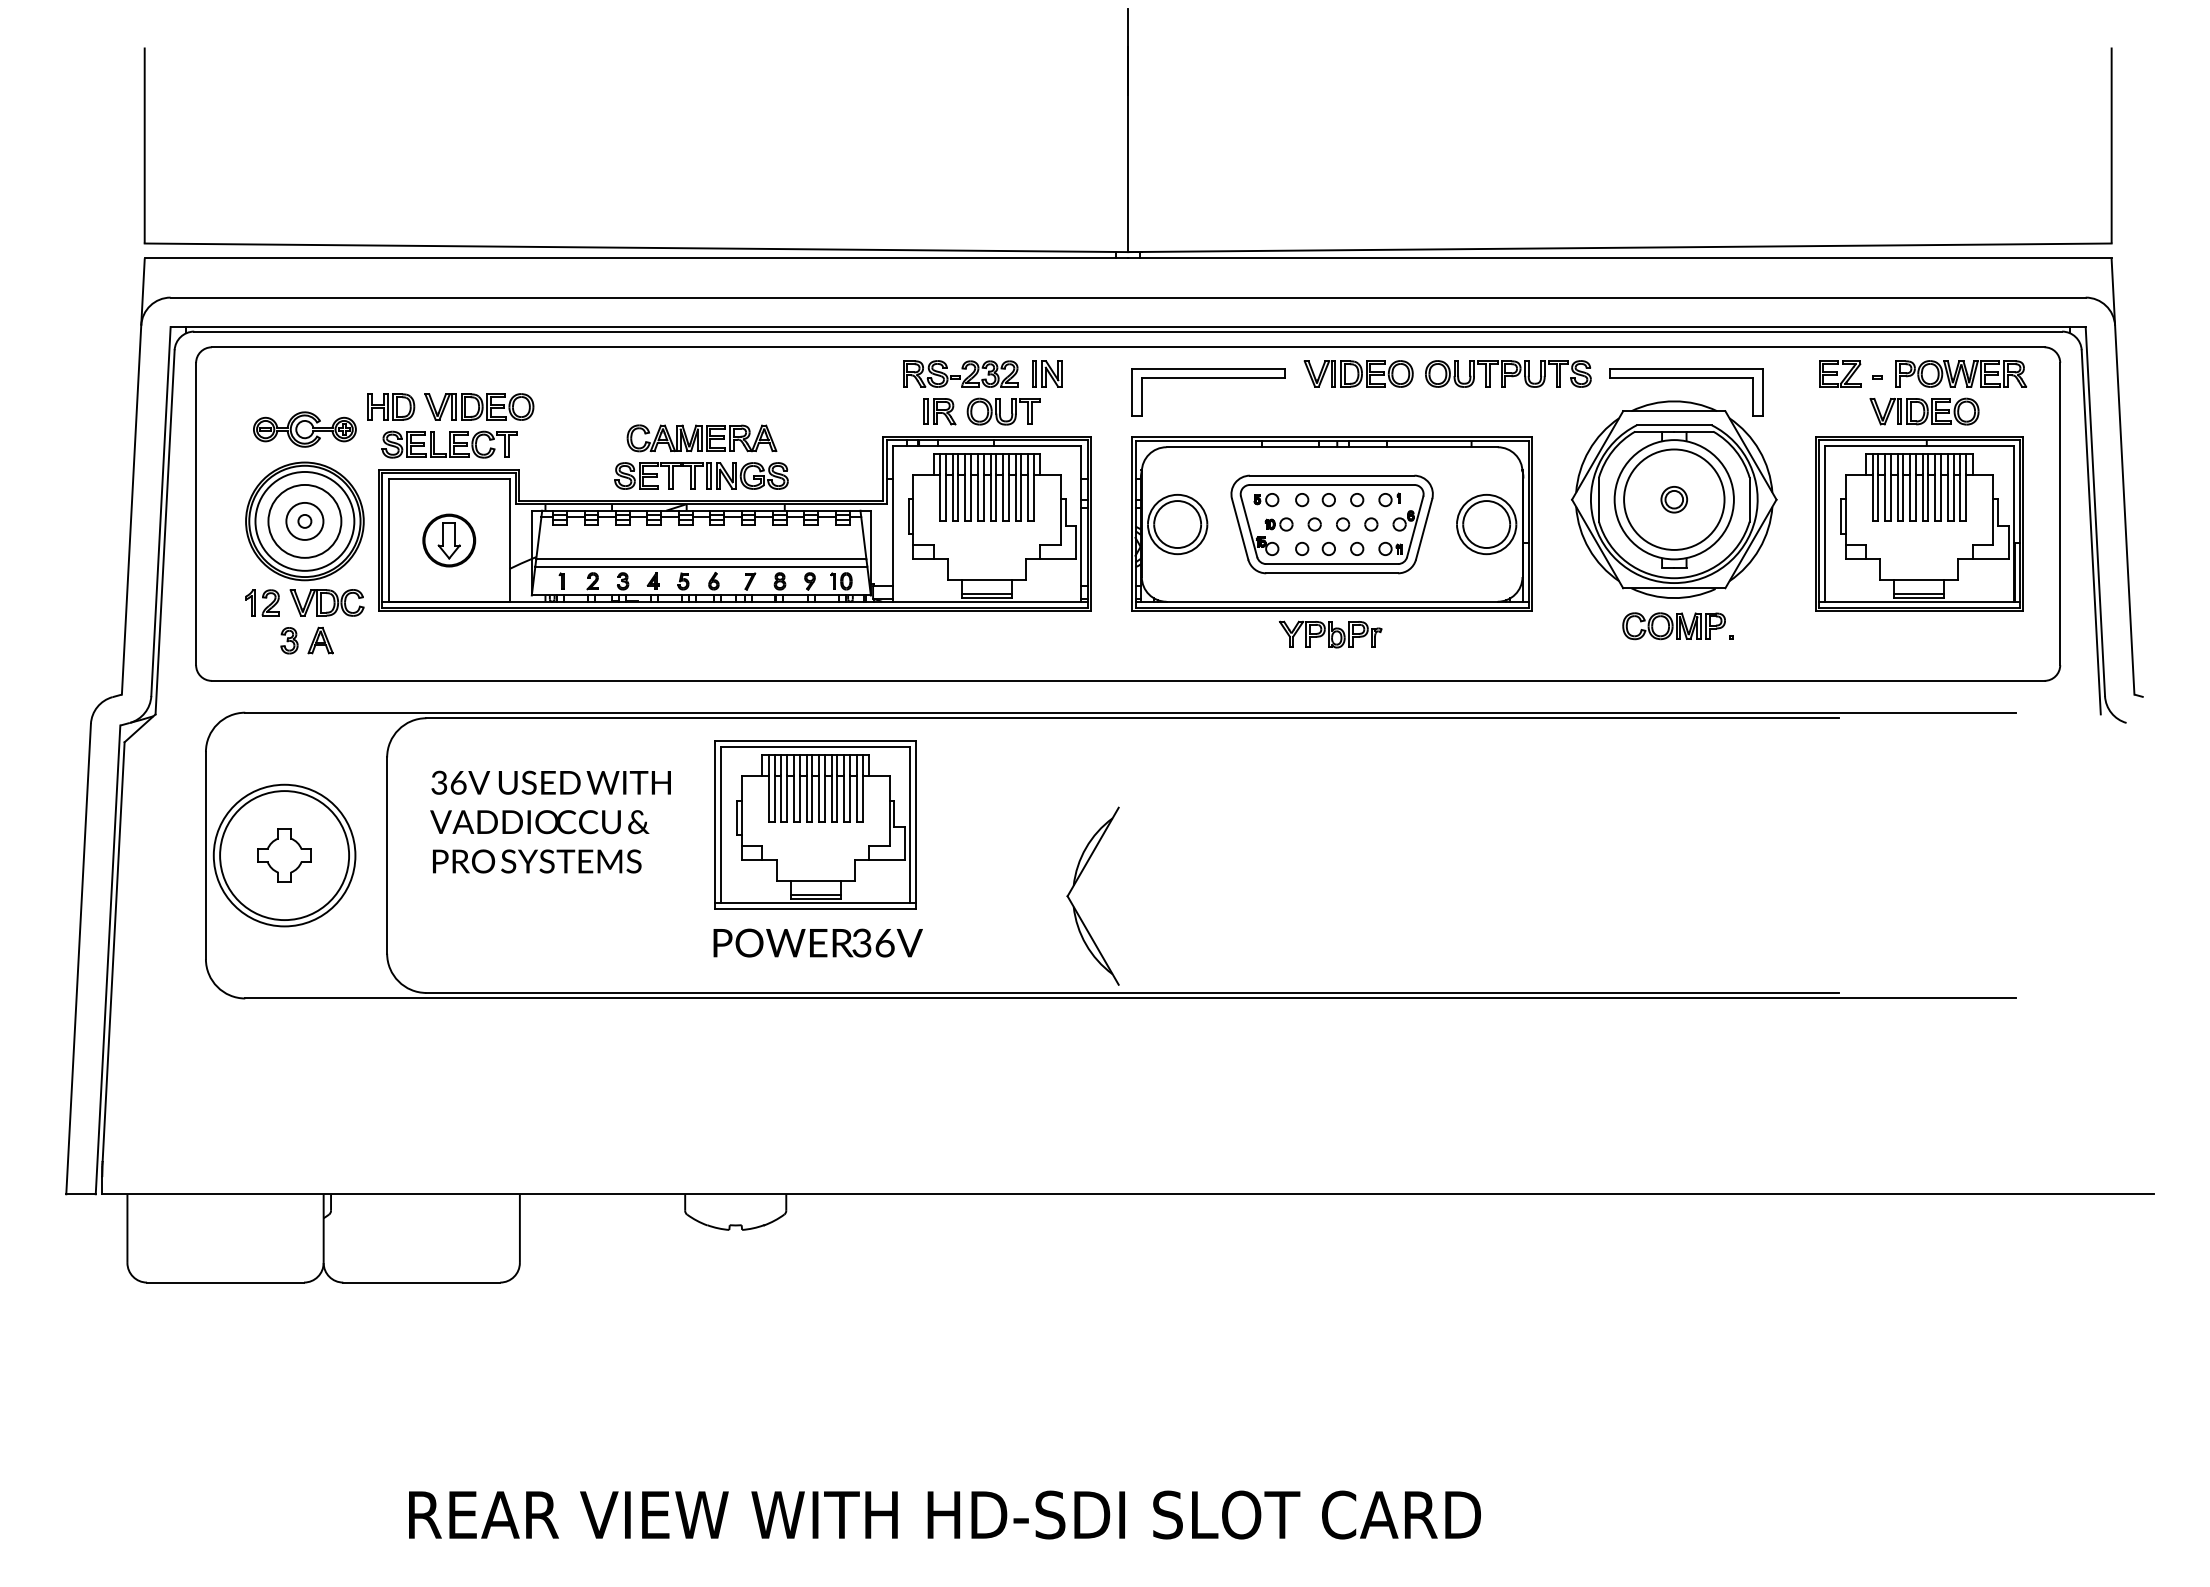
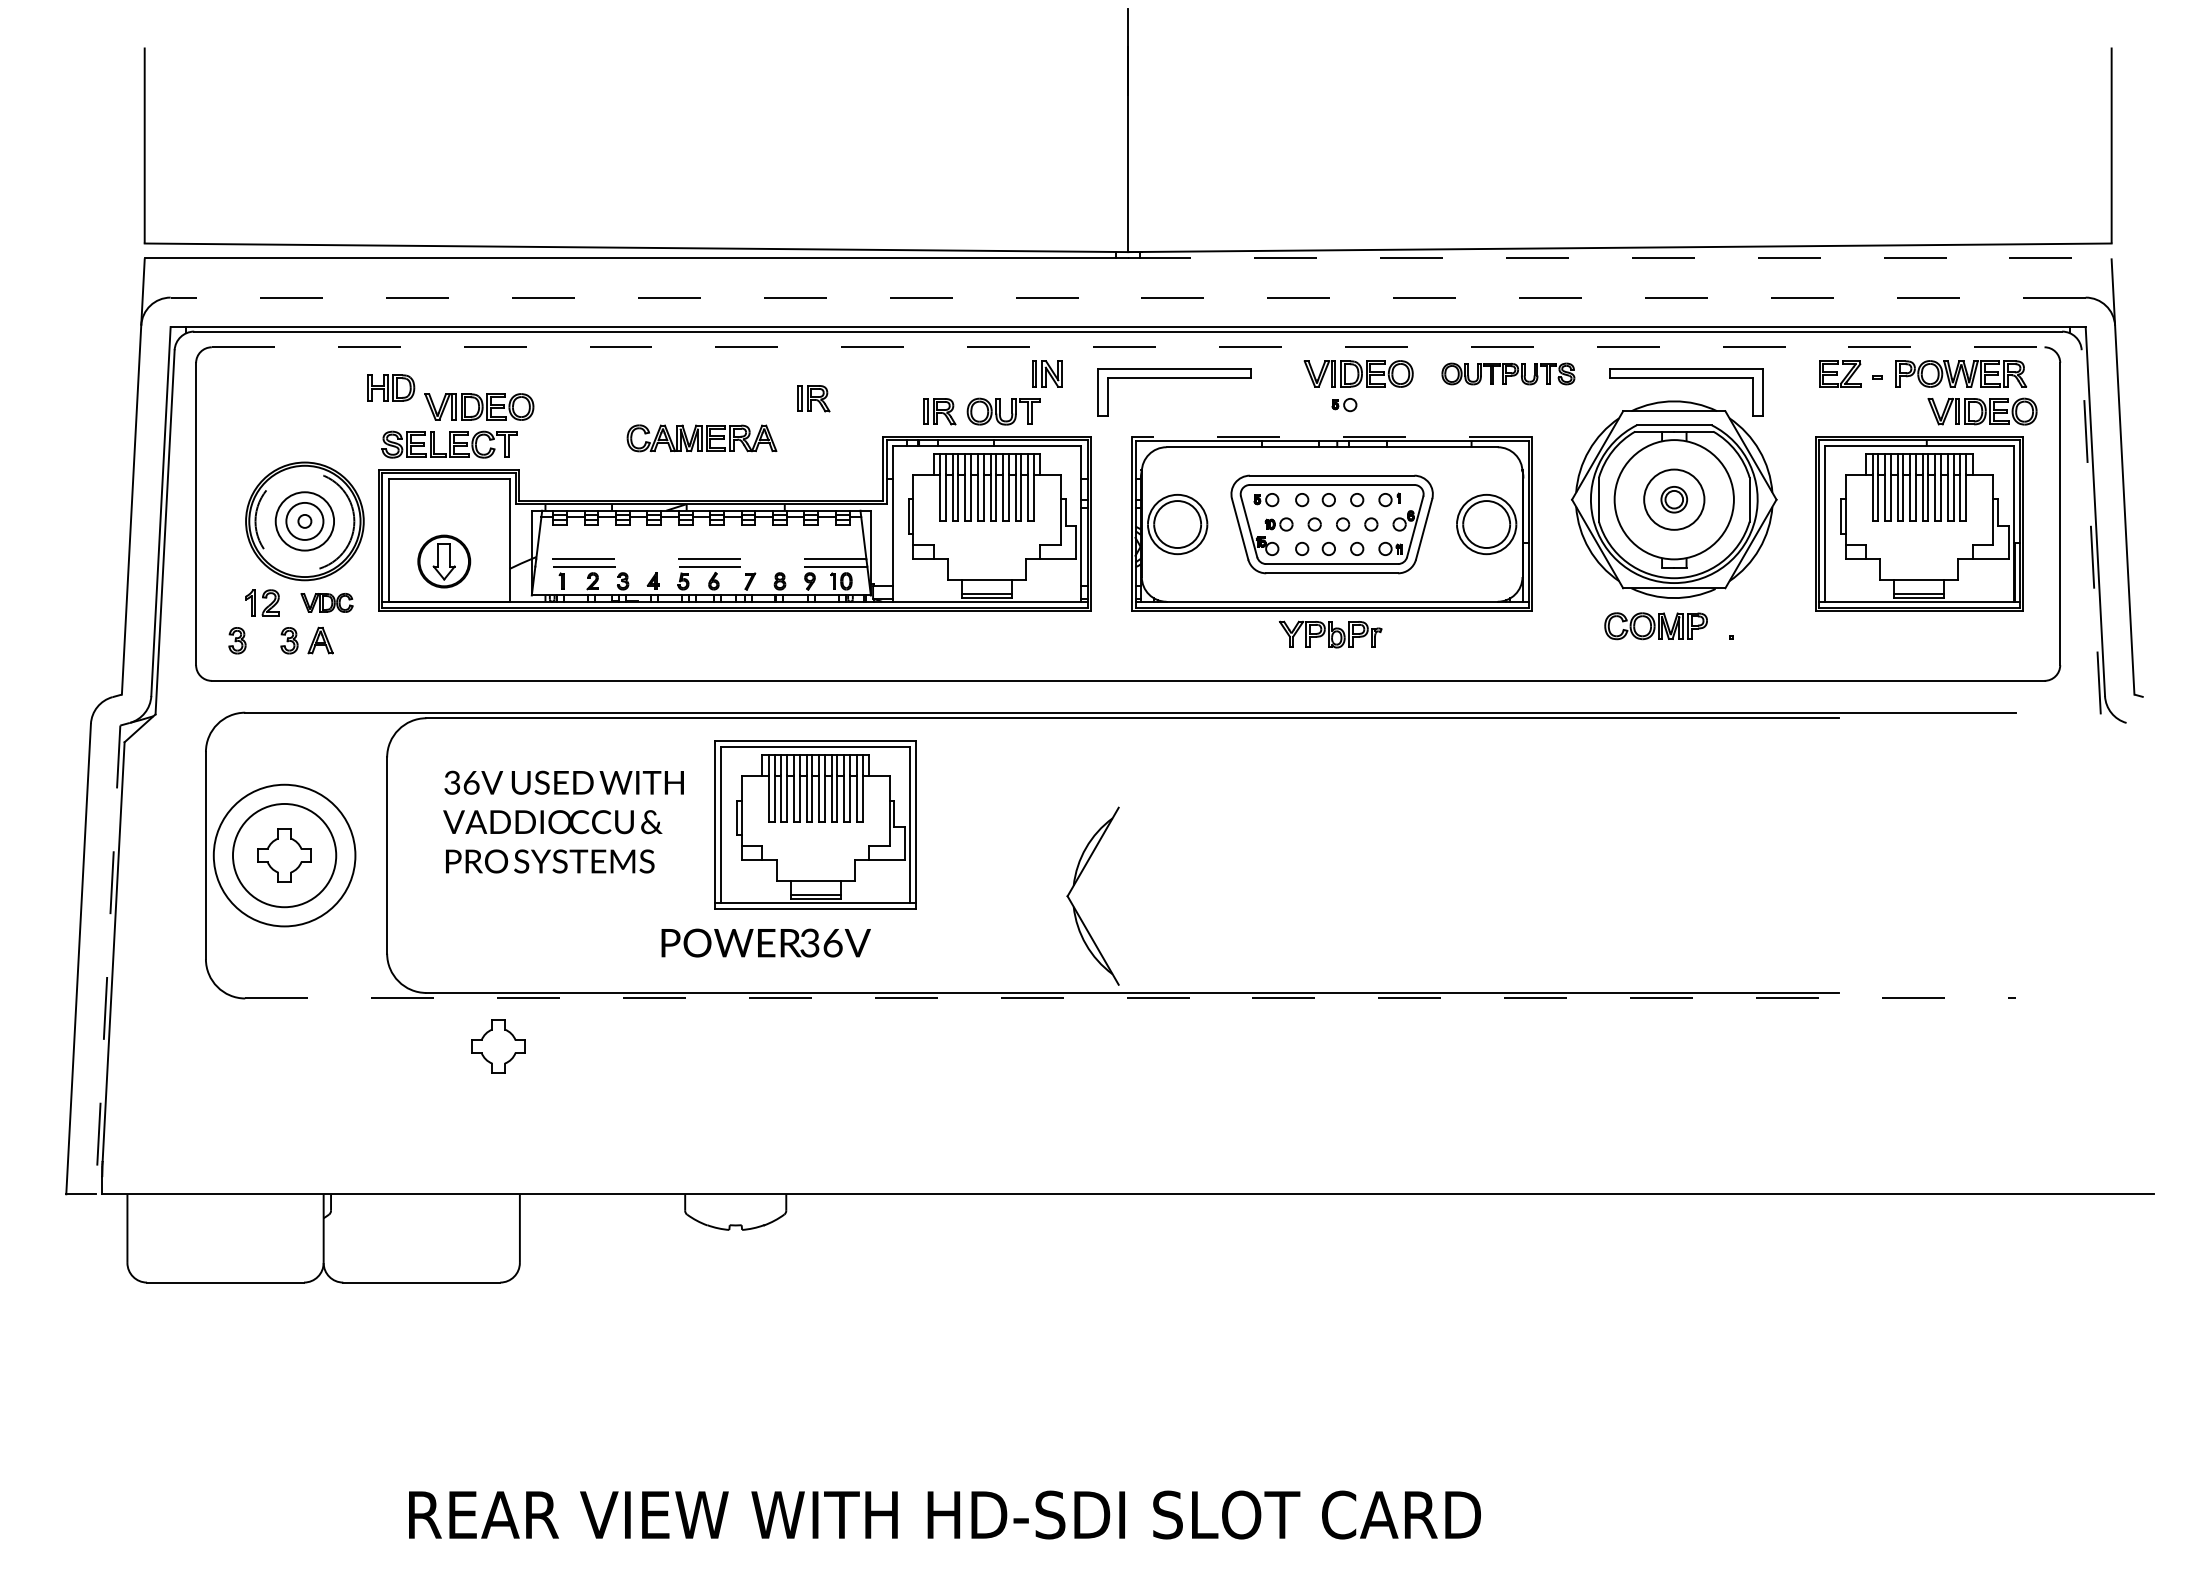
line at (1619, 258): solid -> dashed
line at (1128, 297): solid -> dashed
line at (1128, 347): solid -> dashed
part at (960, 373): present -> none
part at (1508, 373) size: 167x28 px -> 135x24 px
part at (1208, 378) position: (1208, 378) -> (1174, 378)
part at (813, 398): none -> present
part at (1344, 405): none -> present
part at (391, 406) position: (391, 406) -> (391, 387)
part at (1924, 411) position: (1924, 411) -> (1982, 411)
part at (304, 429): present -> none
line at (1332, 436): solid -> dashed
part at (701, 475): present -> none
circle at (1674, 499) diameter: 100 px -> 60 px
circle at (304, 520) diameter: 73 px -> 58 px
circle at (304, 520): solid -> dashed
line at (2091, 531): solid -> dashed
part at (449, 540) position: (449, 540) -> (444, 561)
line at (700, 559): solid -> dashed
line at (701, 566): solid -> dashed
part at (326, 602) size: 76x28 px -> 54x20 px
part at (1673, 626) position: (1673, 626) -> (1655, 626)
part at (237, 640): none -> present
text at (550, 821) position: (550, 821) -> (563, 821)
circle at (284, 855) diameter: 129 px -> 103 px
text at (817, 942) position: (817, 942) -> (765, 942)
line at (108, 959): solid -> dashed
line at (1130, 998): solid -> dashed
part at (498, 1046): none -> present
